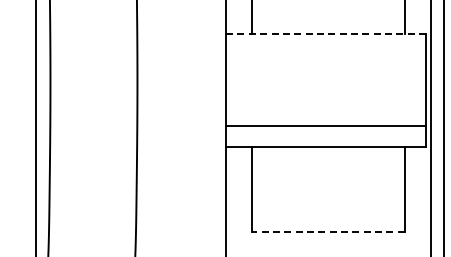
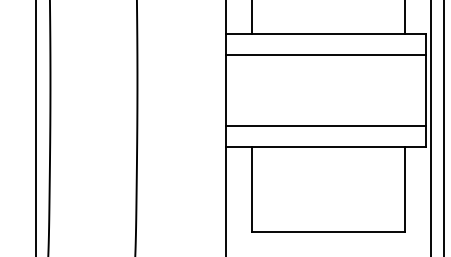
line at (326, 33): dashed -> solid
line at (326, 54): none -> present
line at (327, 231): dashed -> solid
